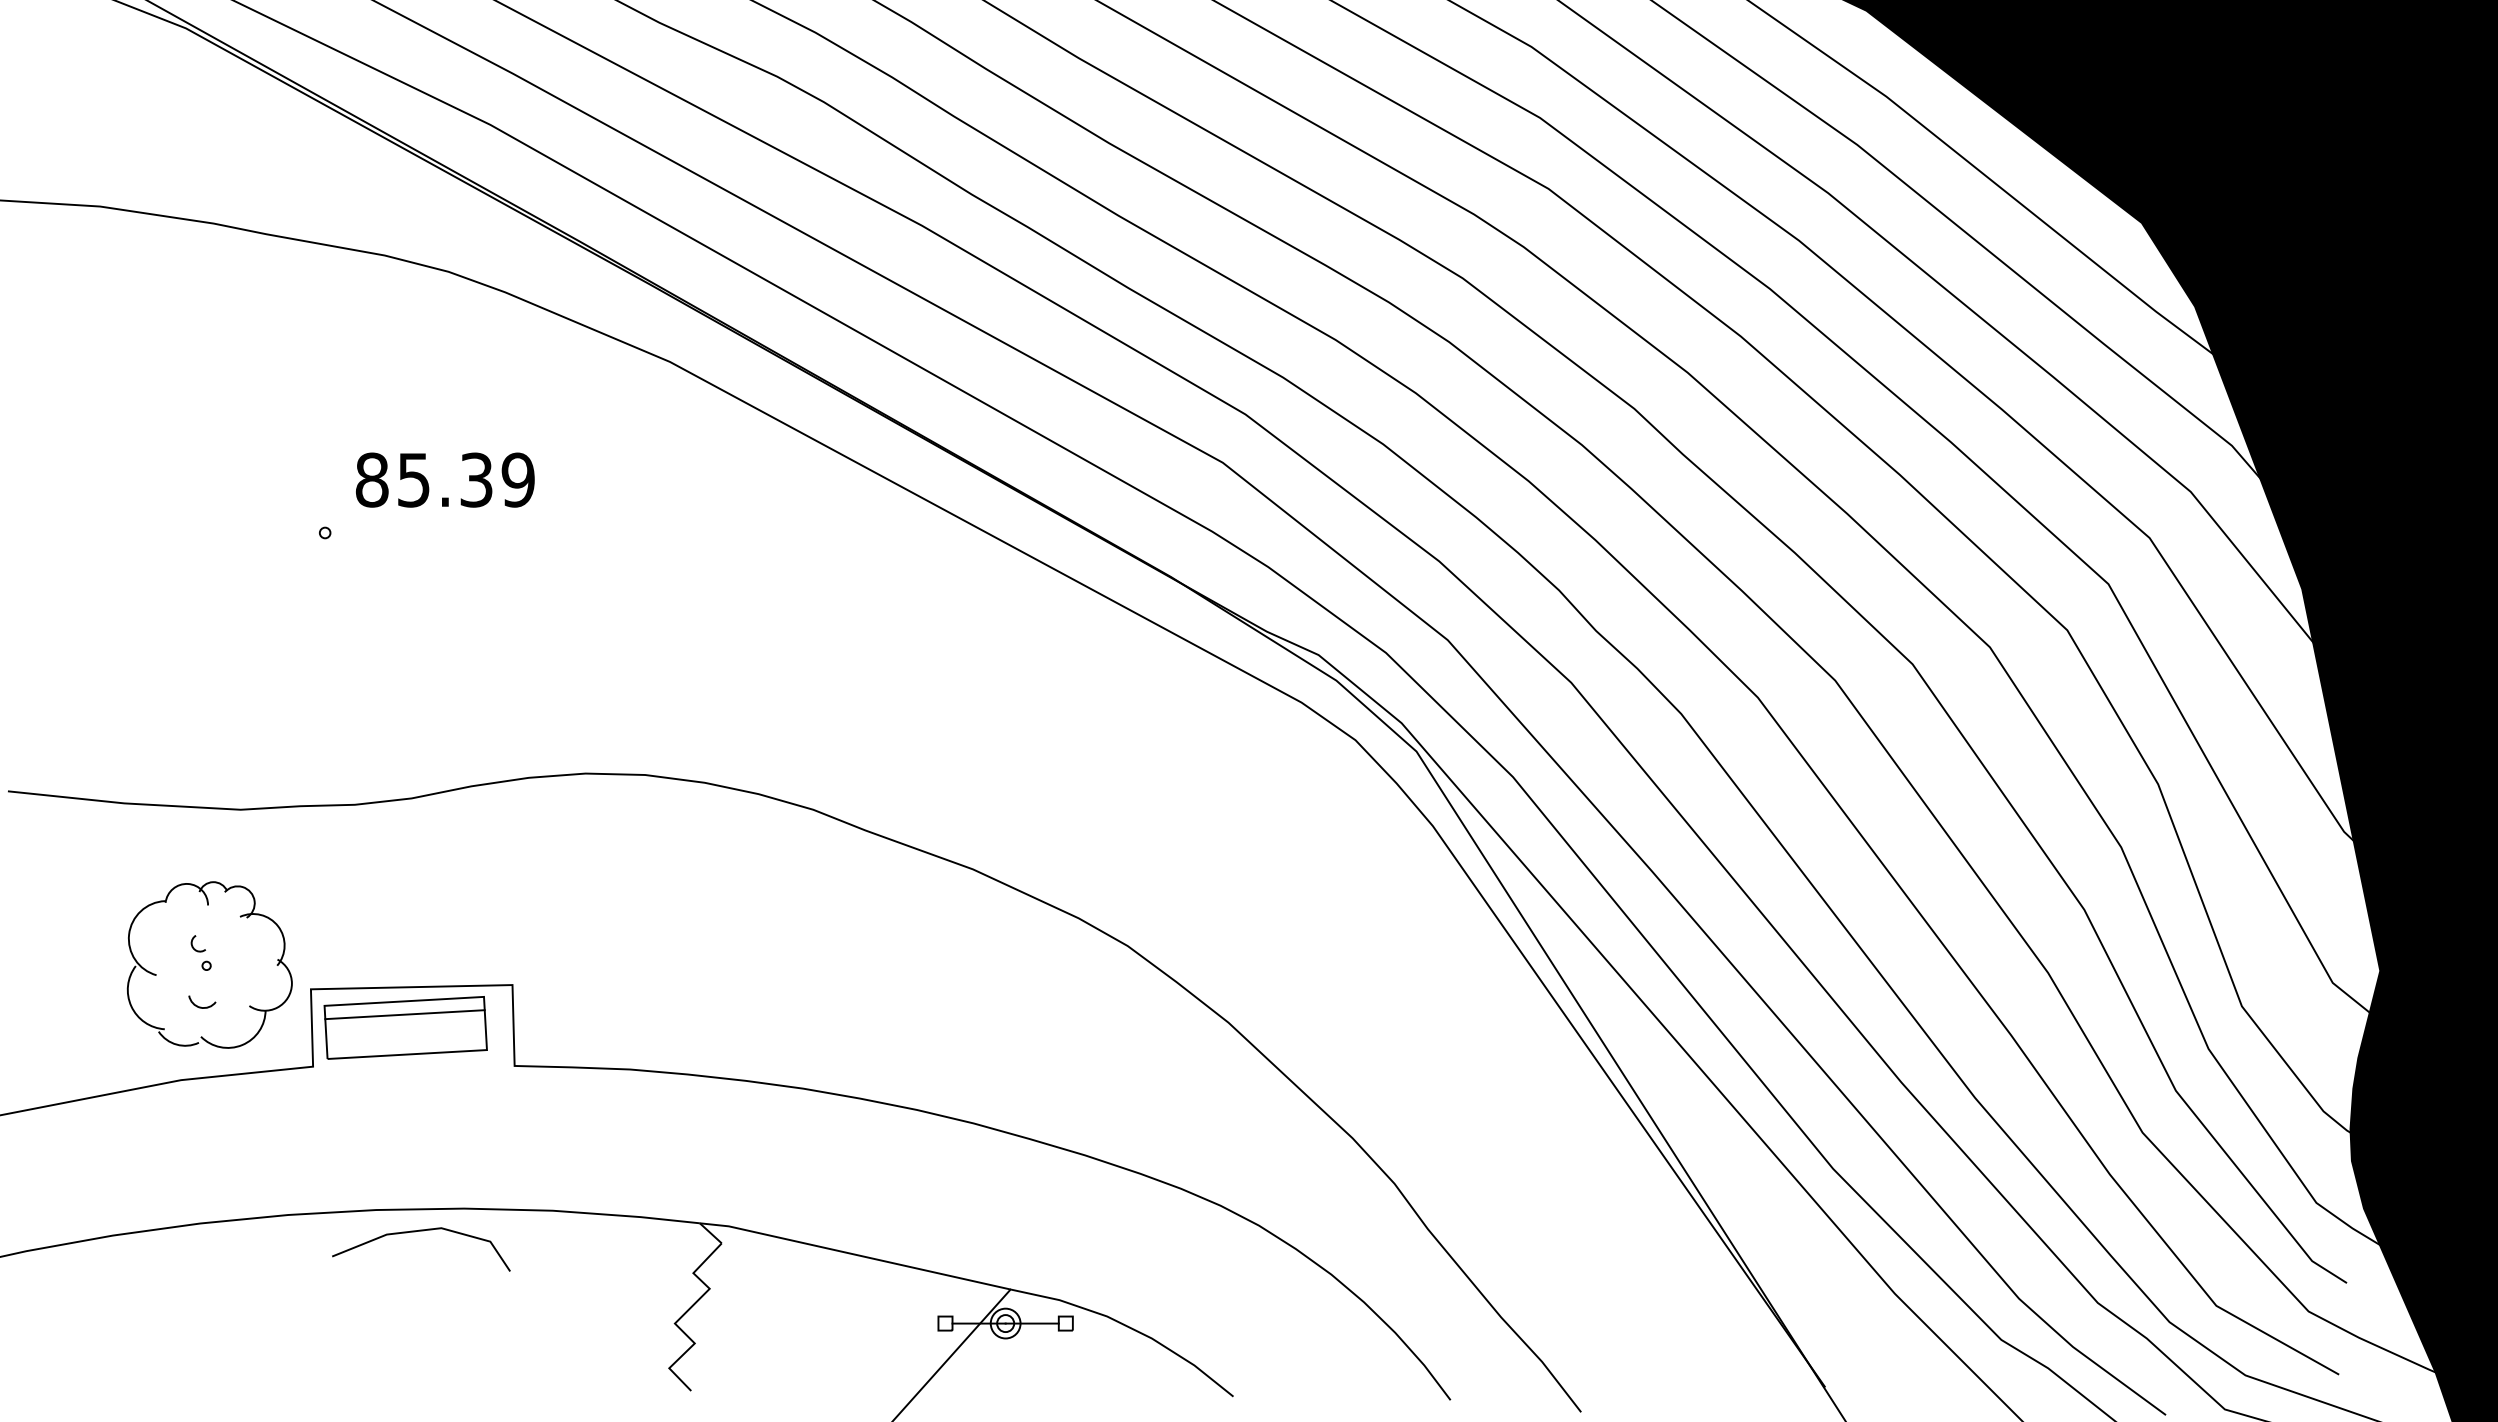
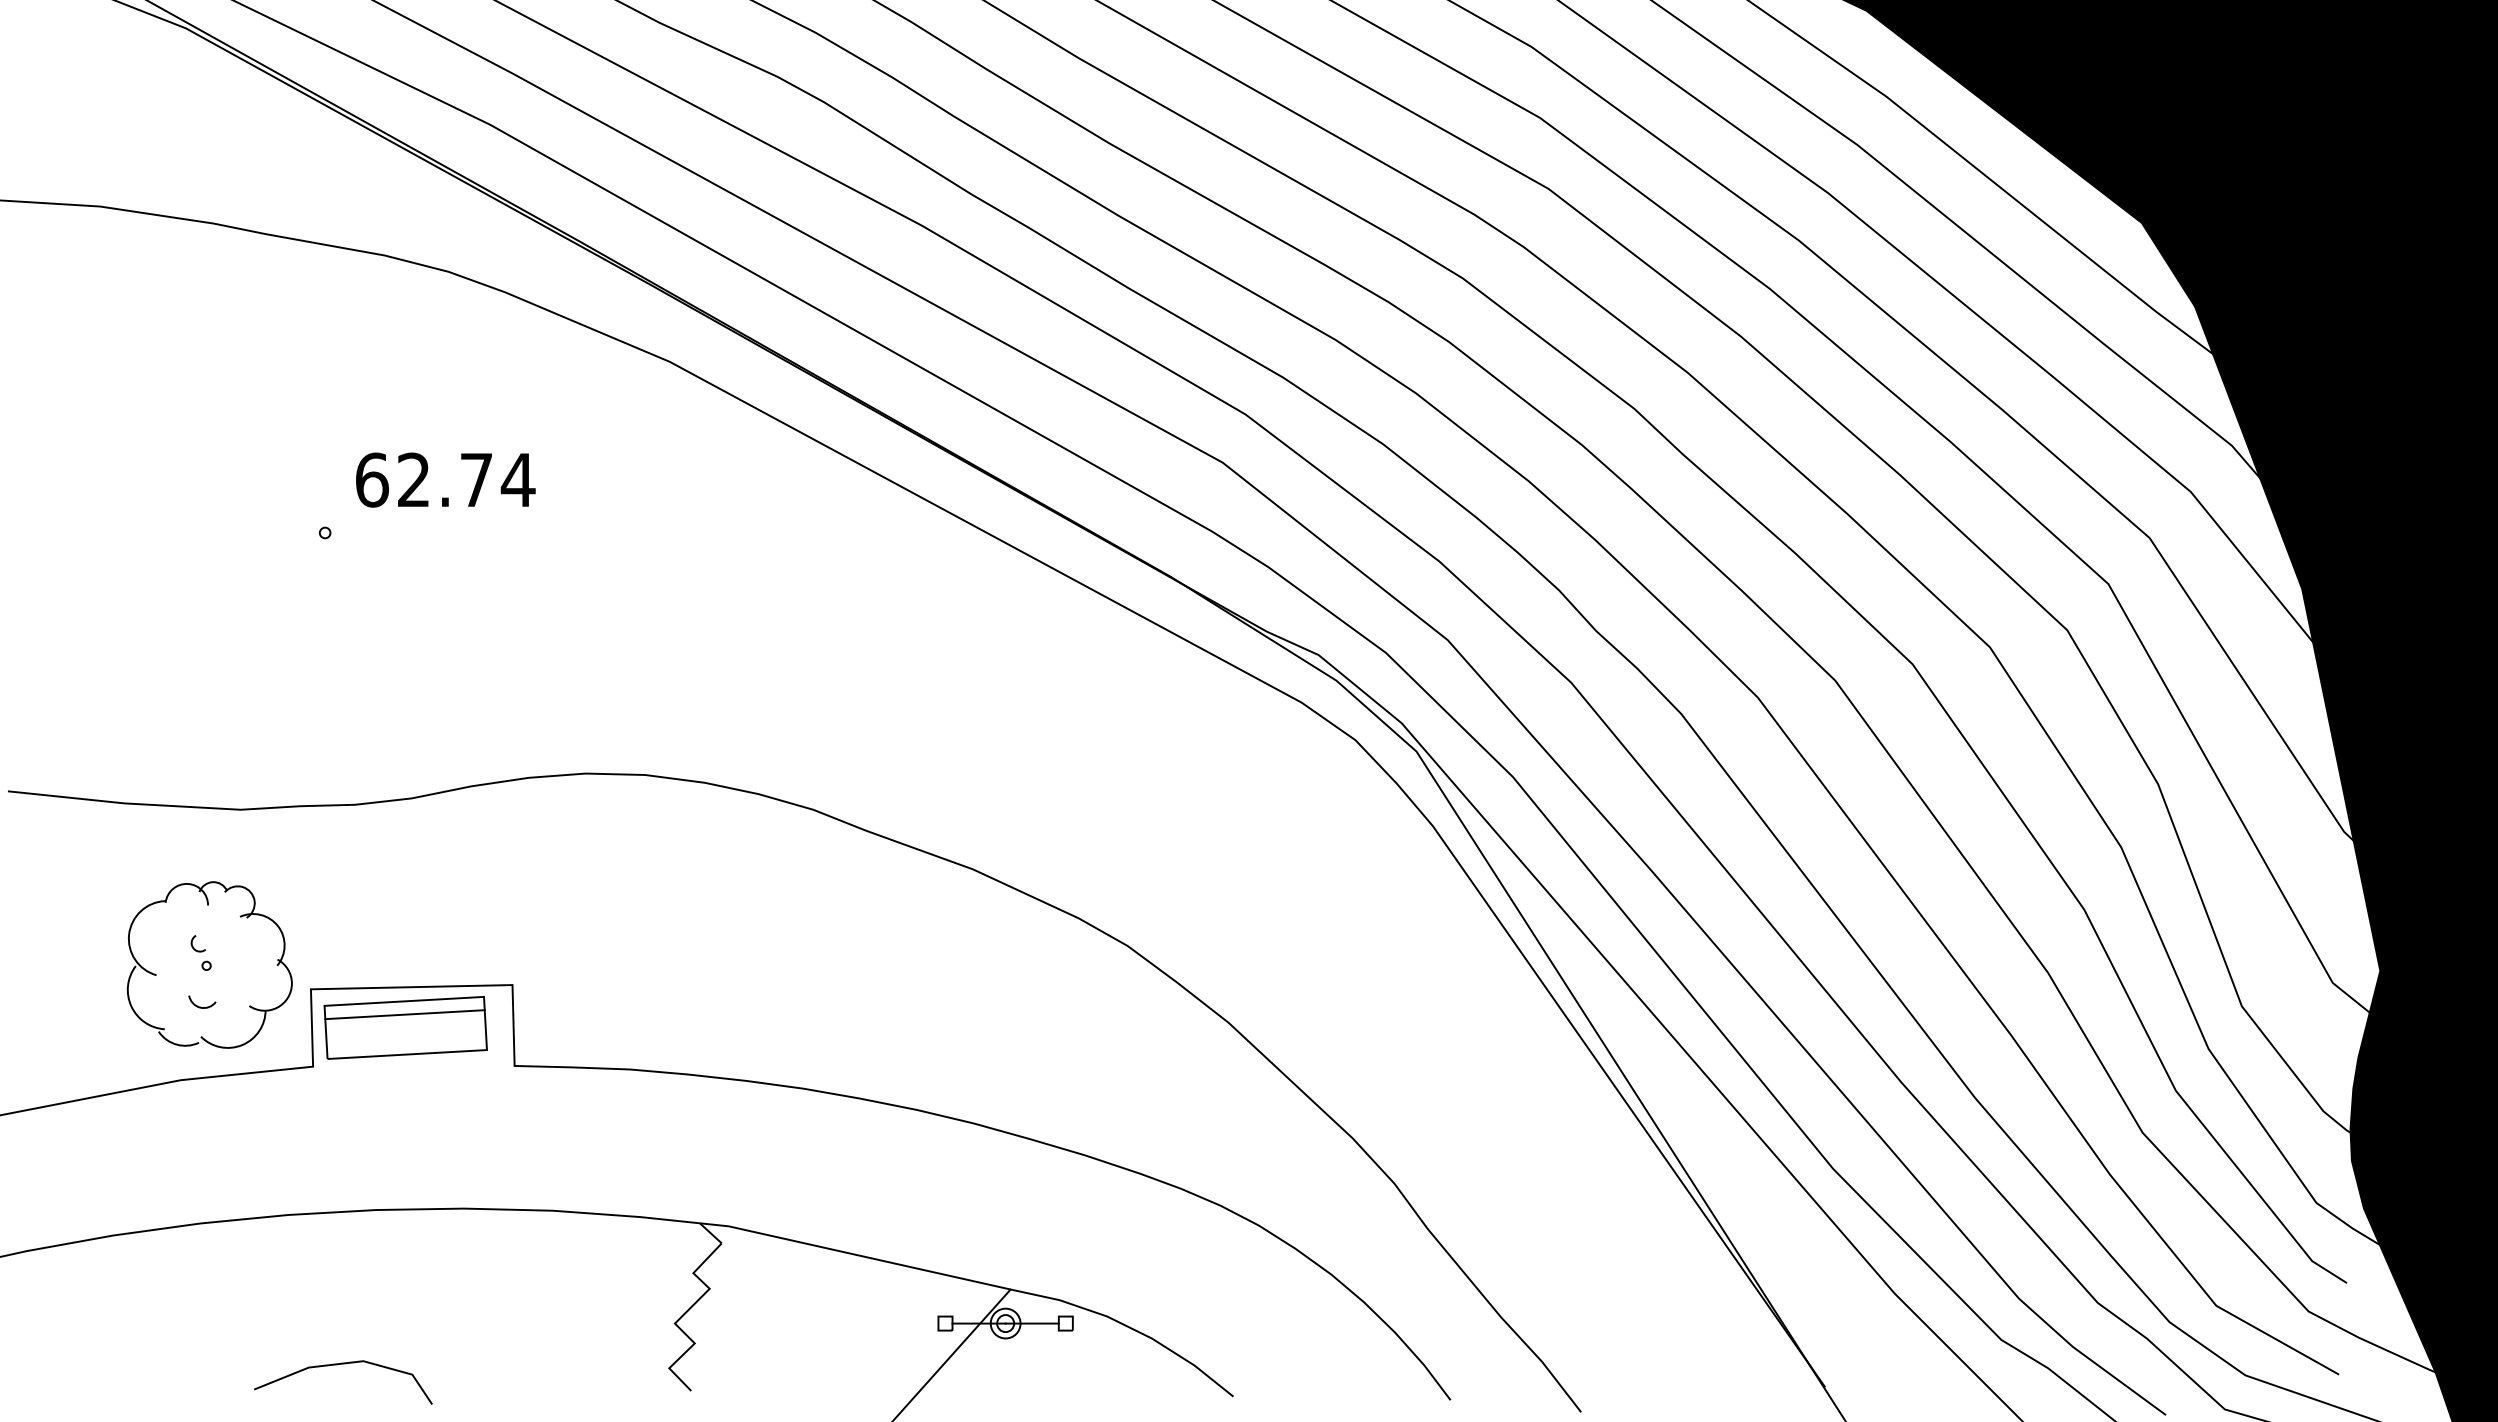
text at (445, 479): 85.39 -> 62.74
line at (421, 1231) position: (421, 1231) -> (343, 1364)
